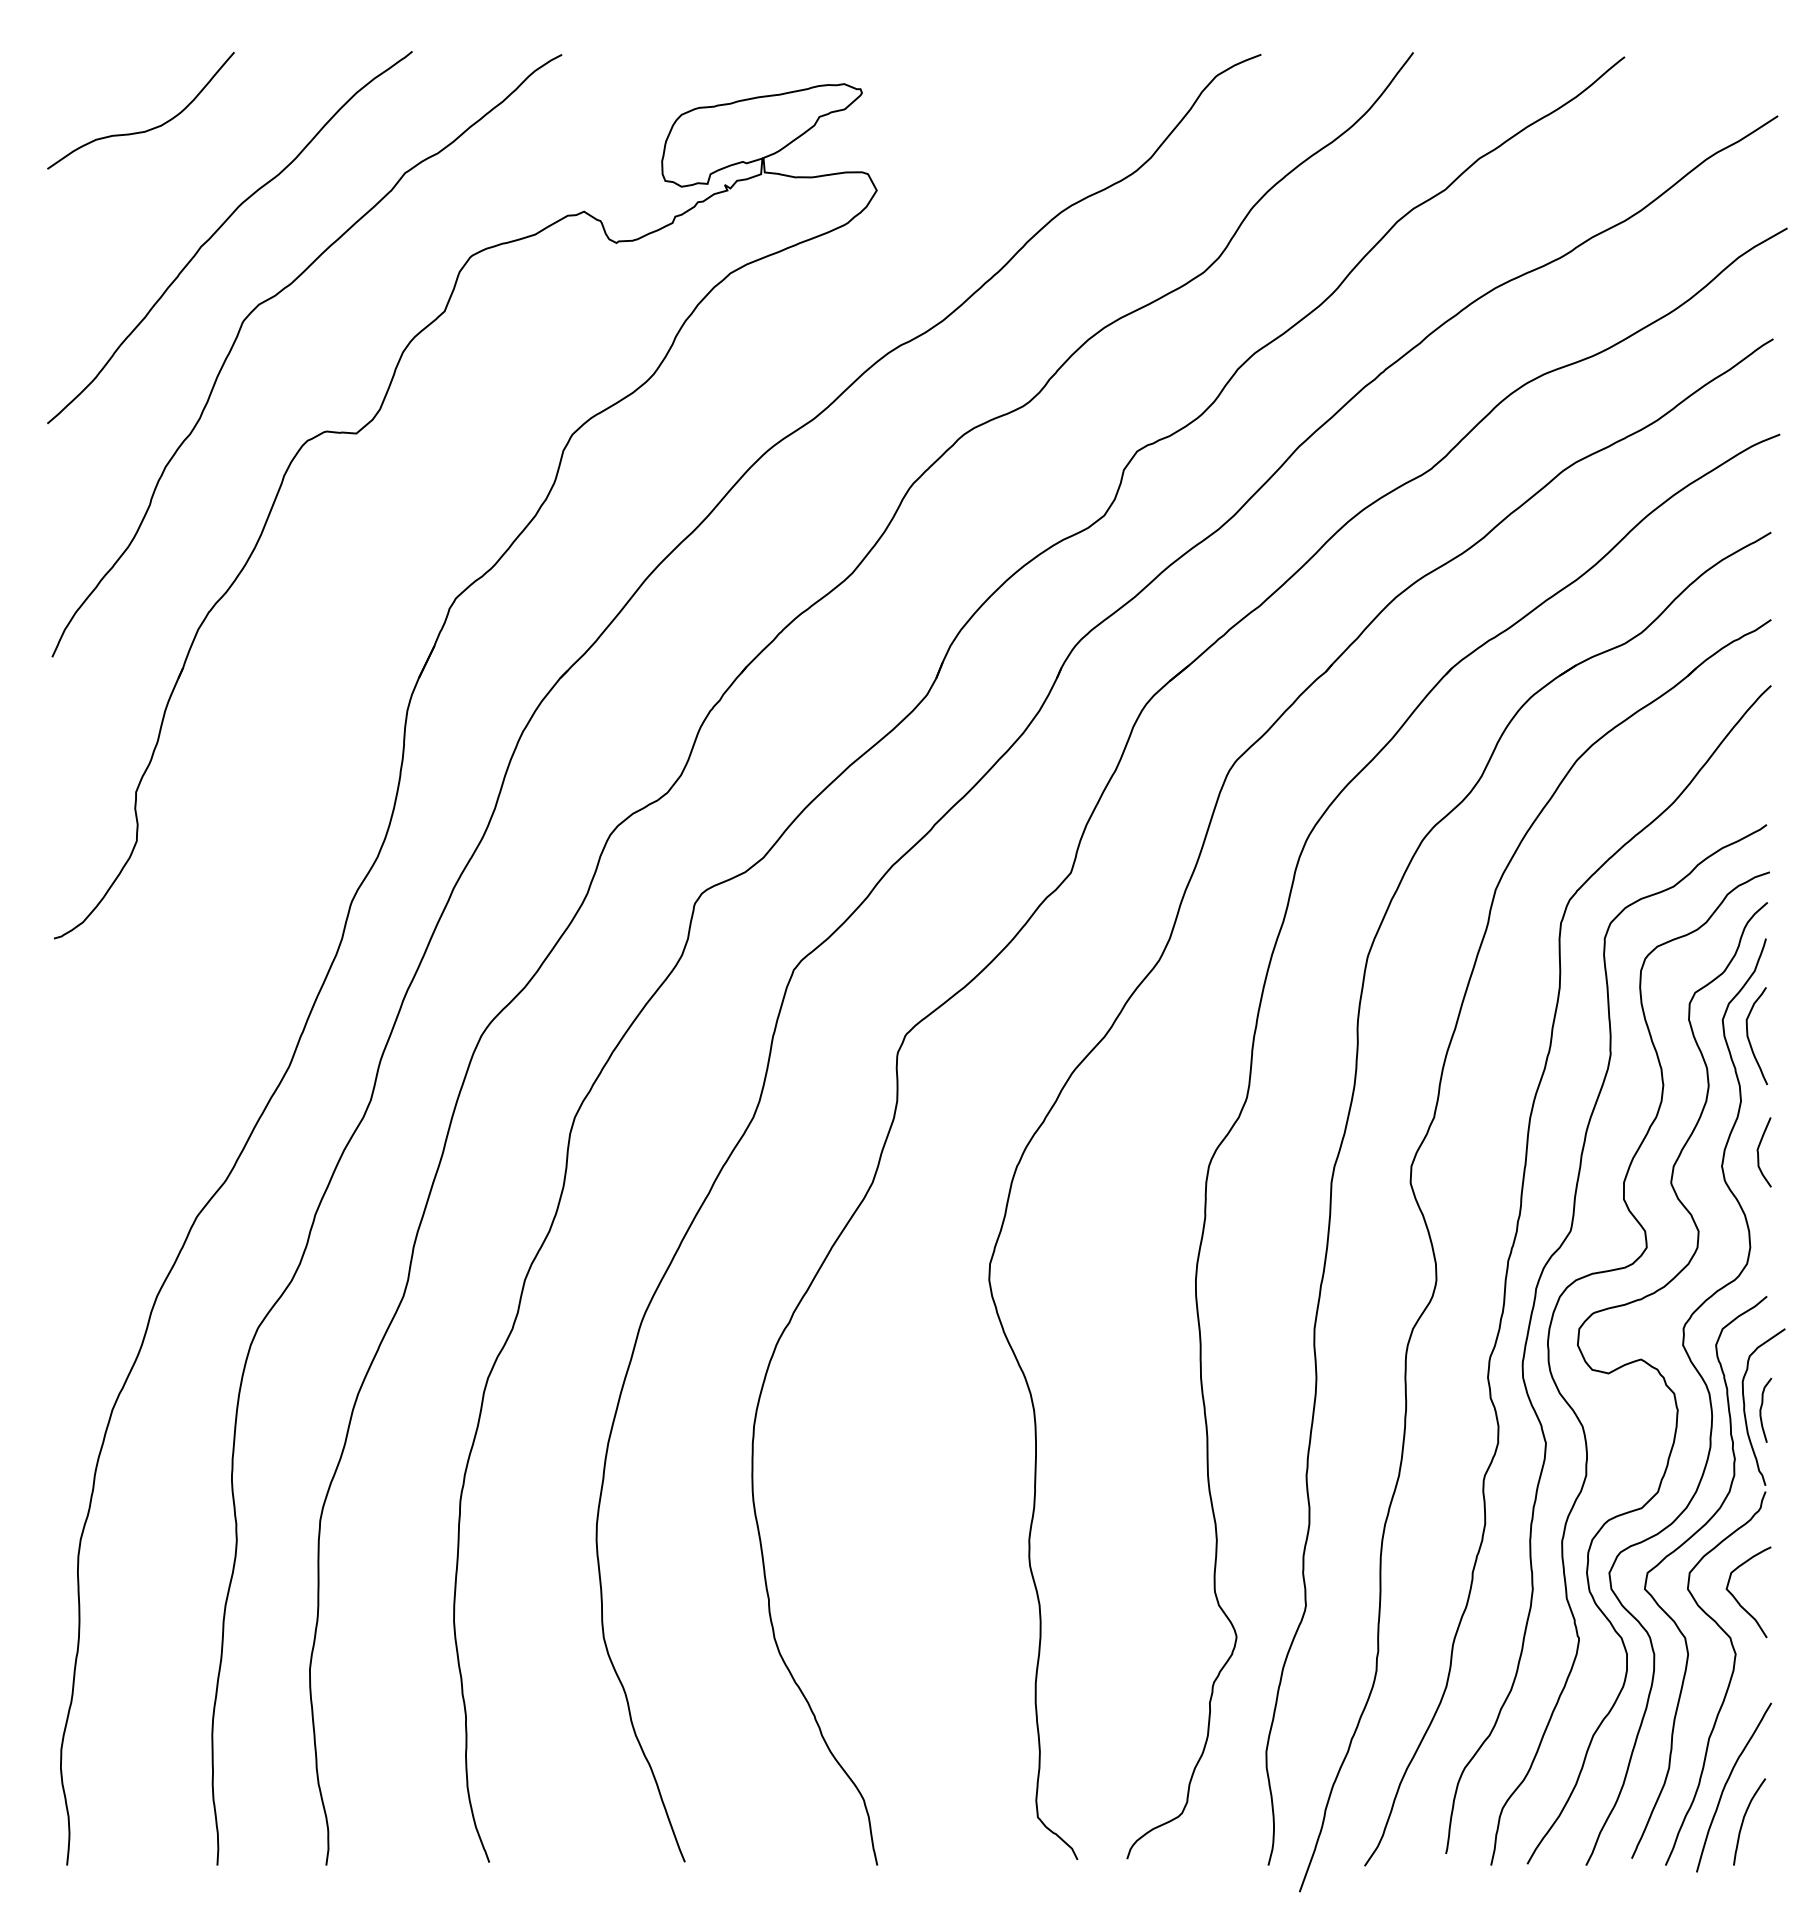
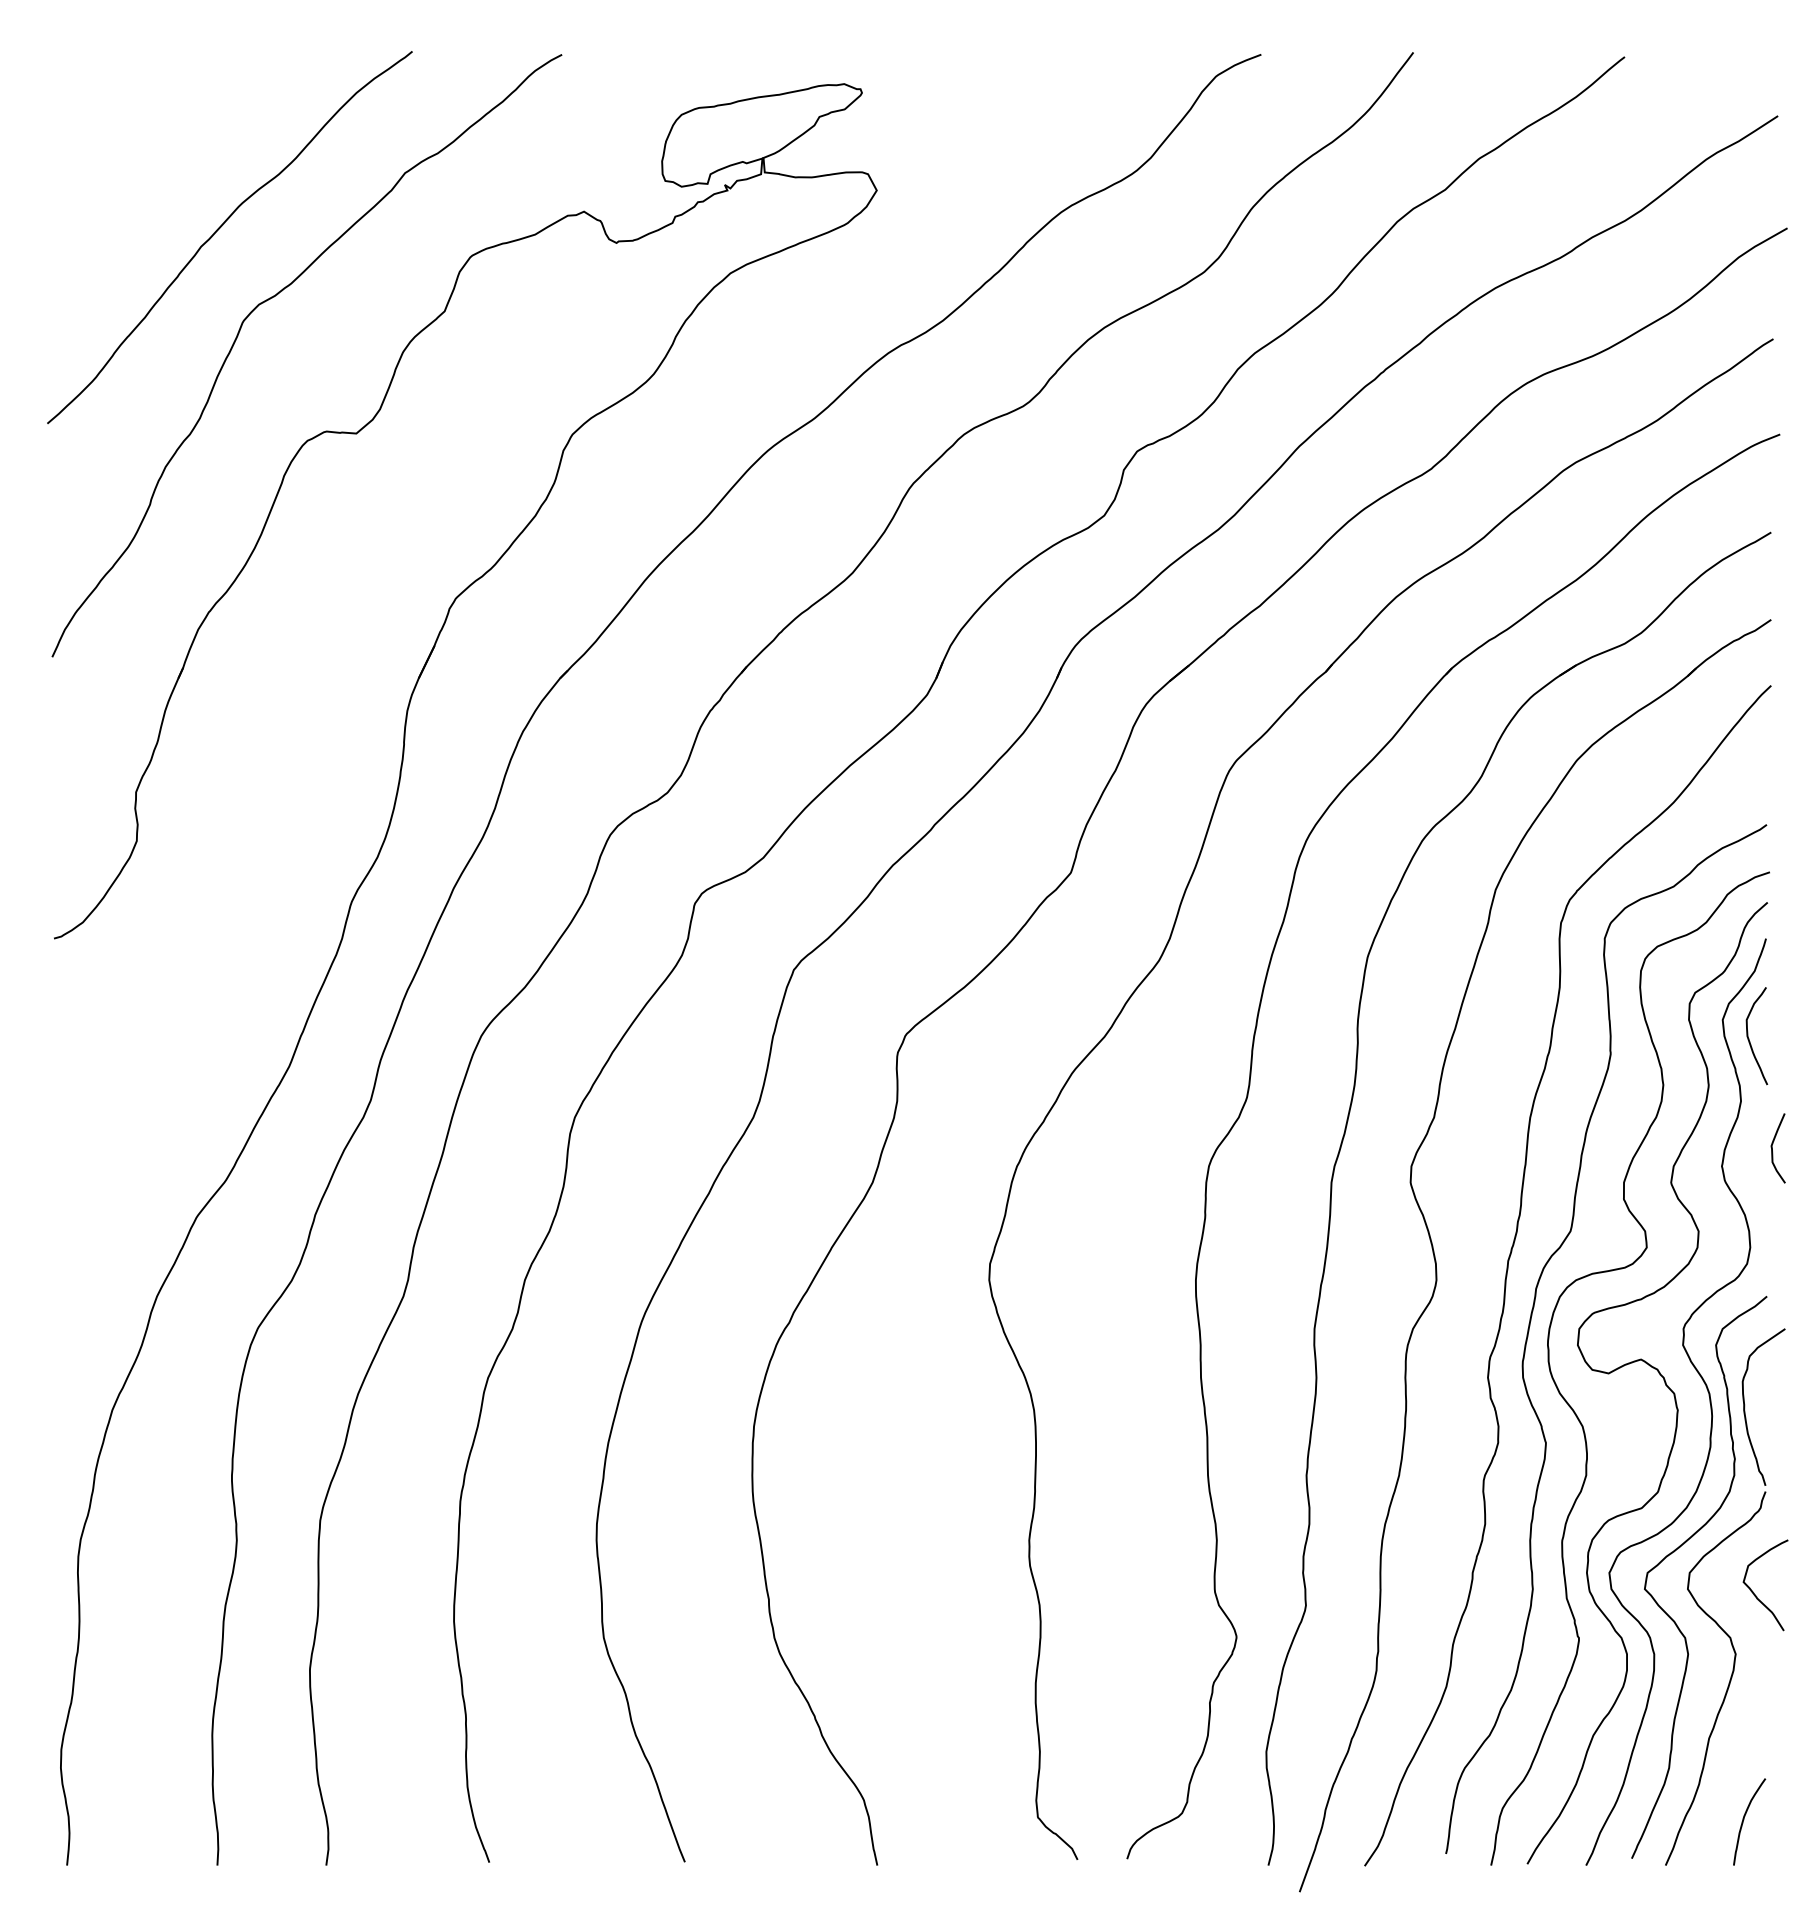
curve at (147, 129): present -> none
curve at (1758, 1152) position: (1758, 1152) -> (1772, 1148)
curve at (1761, 1410): present -> none
curve at (1736, 1598) position: (1736, 1598) -> (1753, 1591)
curve at (1727, 1783): present -> none
